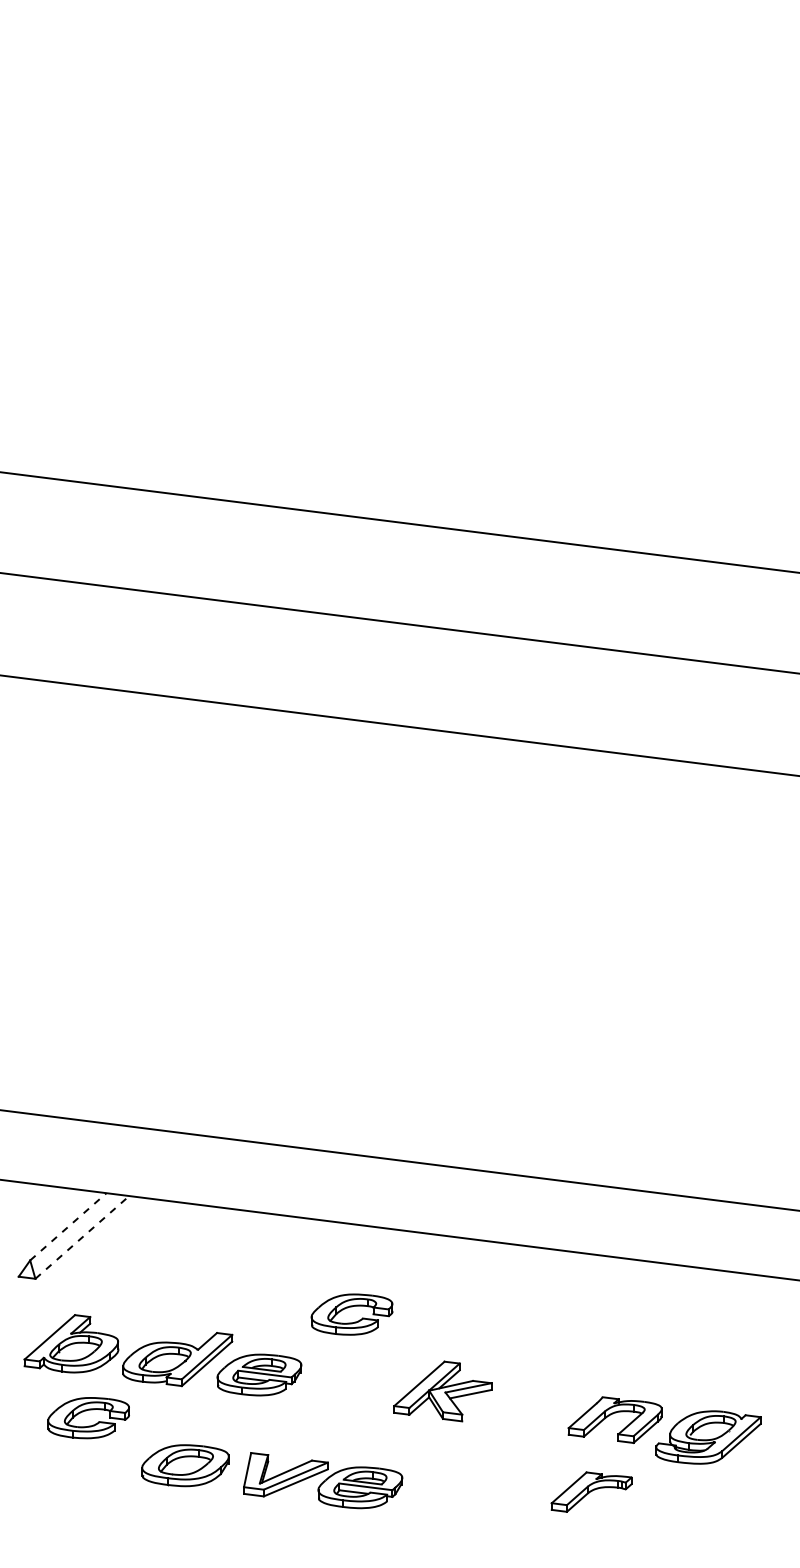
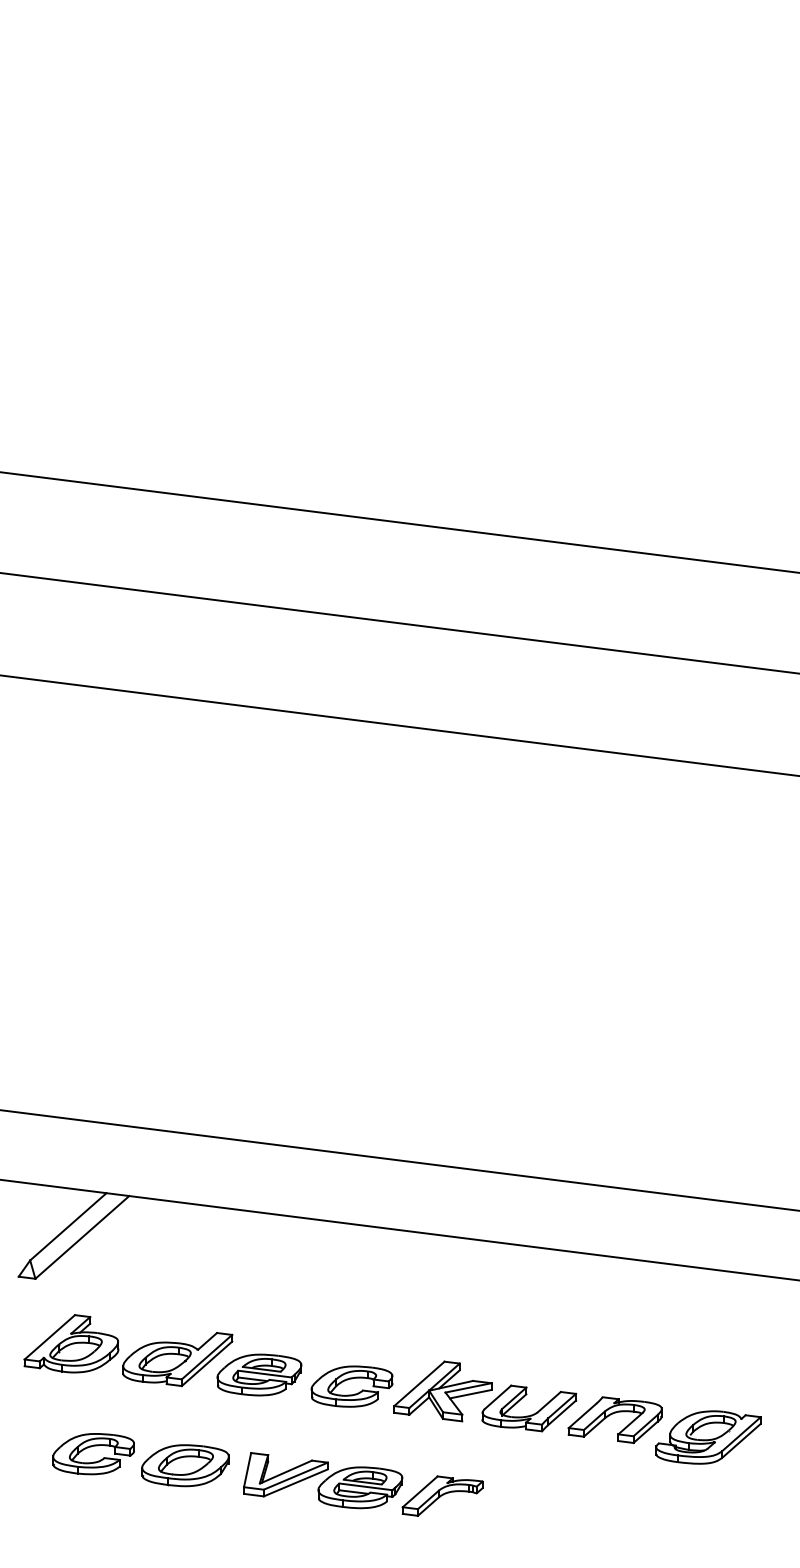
line at (68, 1226): dashed -> solid
line at (82, 1237): dashed -> solid
part at (351, 1307) position: (351, 1307) -> (351, 1379)
part at (530, 1414): none -> present
part at (88, 1425) position: (88, 1425) -> (93, 1461)
part at (591, 1491) position: (591, 1491) -> (442, 1495)
